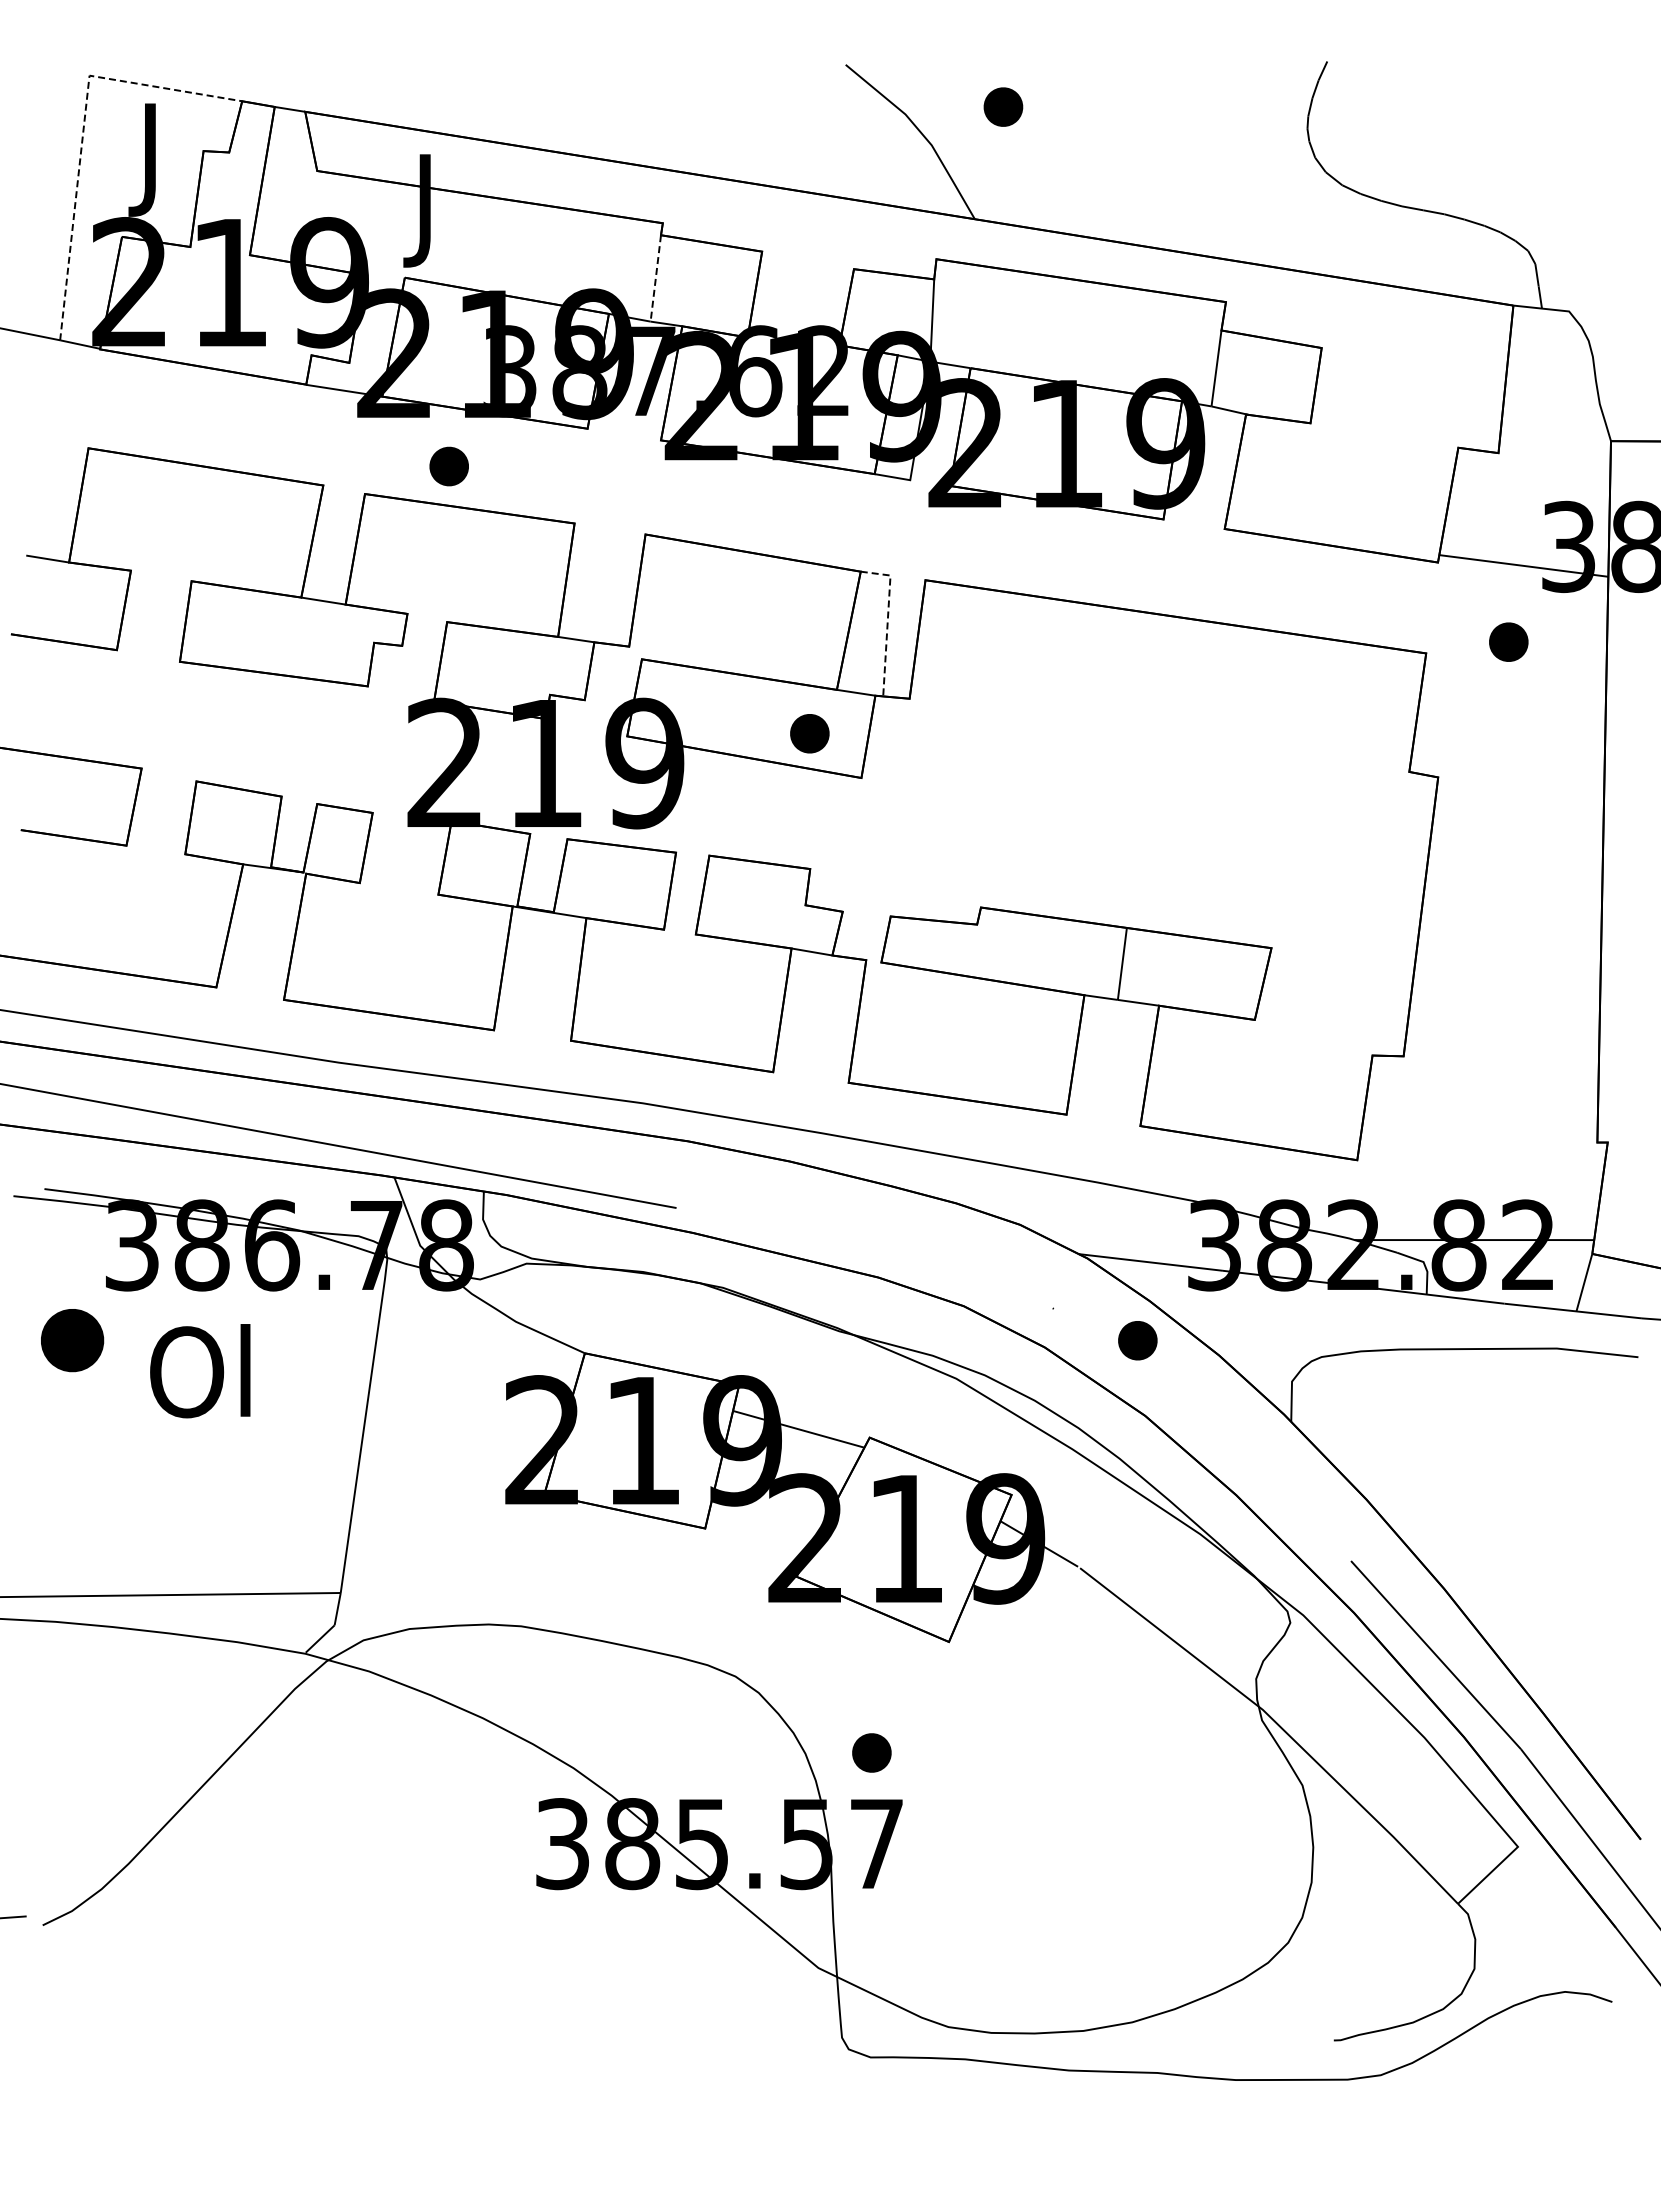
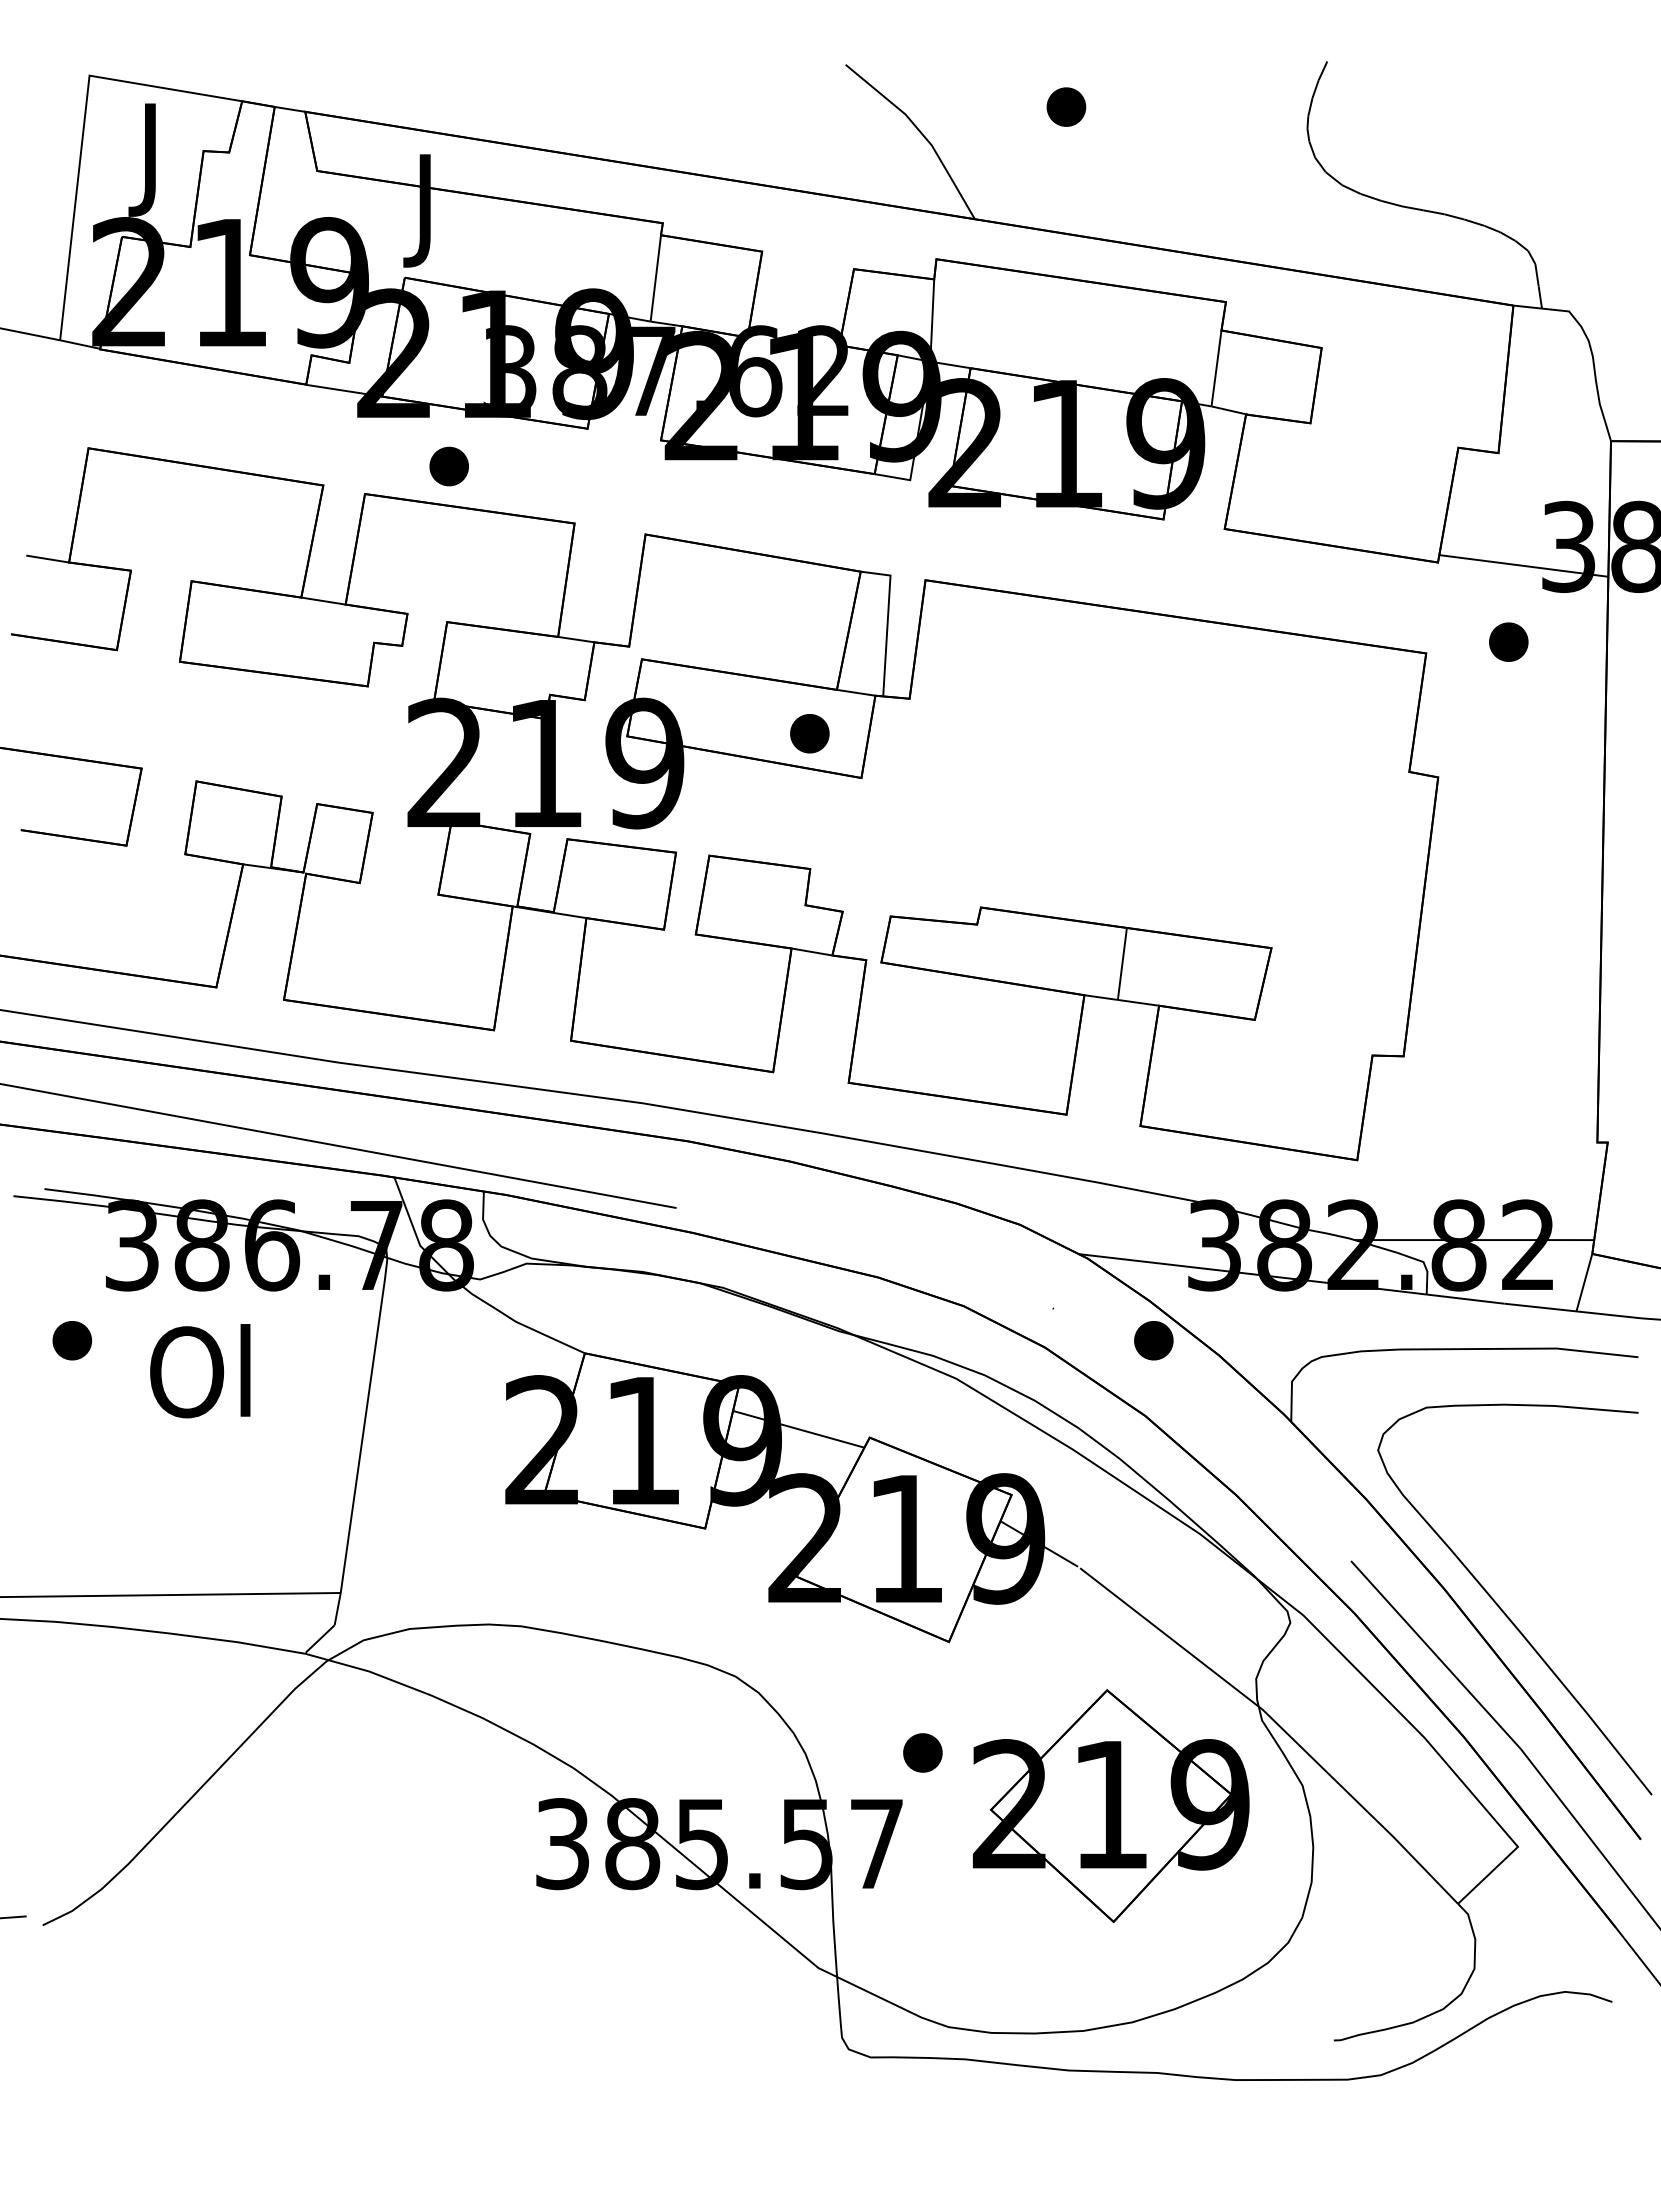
part at (1003, 106) position: (1003, 106) -> (1066, 106)
line at (83, 130): dashed -> solid
line at (655, 278): dashed -> solid
line at (887, 620): dashed -> solid
part at (72, 1340) size: 64x64 px -> 40x40 px
part at (1137, 1340) position: (1137, 1340) -> (1153, 1340)
curve at (1503, 1610): none -> present
part at (871, 1752) position: (871, 1752) -> (922, 1752)
part at (1111, 1806): none -> present
